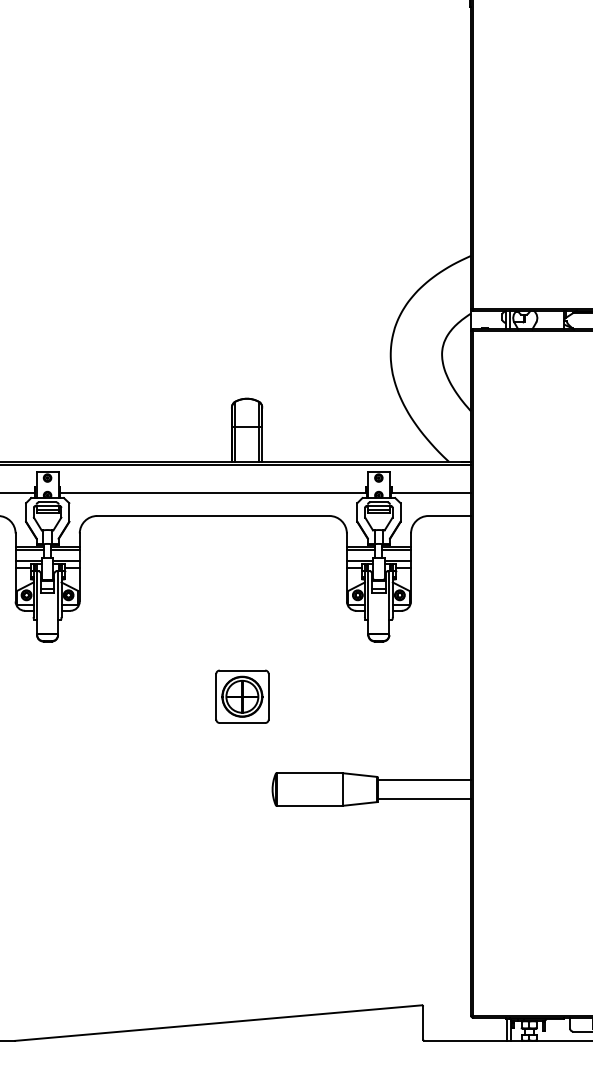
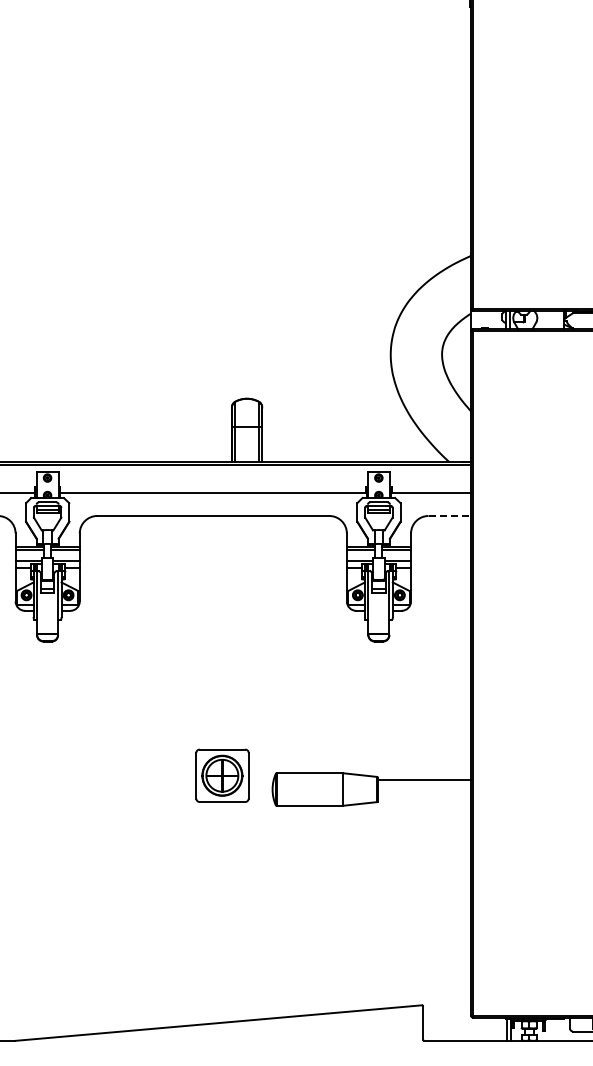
line at (450, 515): solid -> dashed
part at (242, 696) position: (242, 696) -> (222, 775)
line at (424, 798): present -> none
